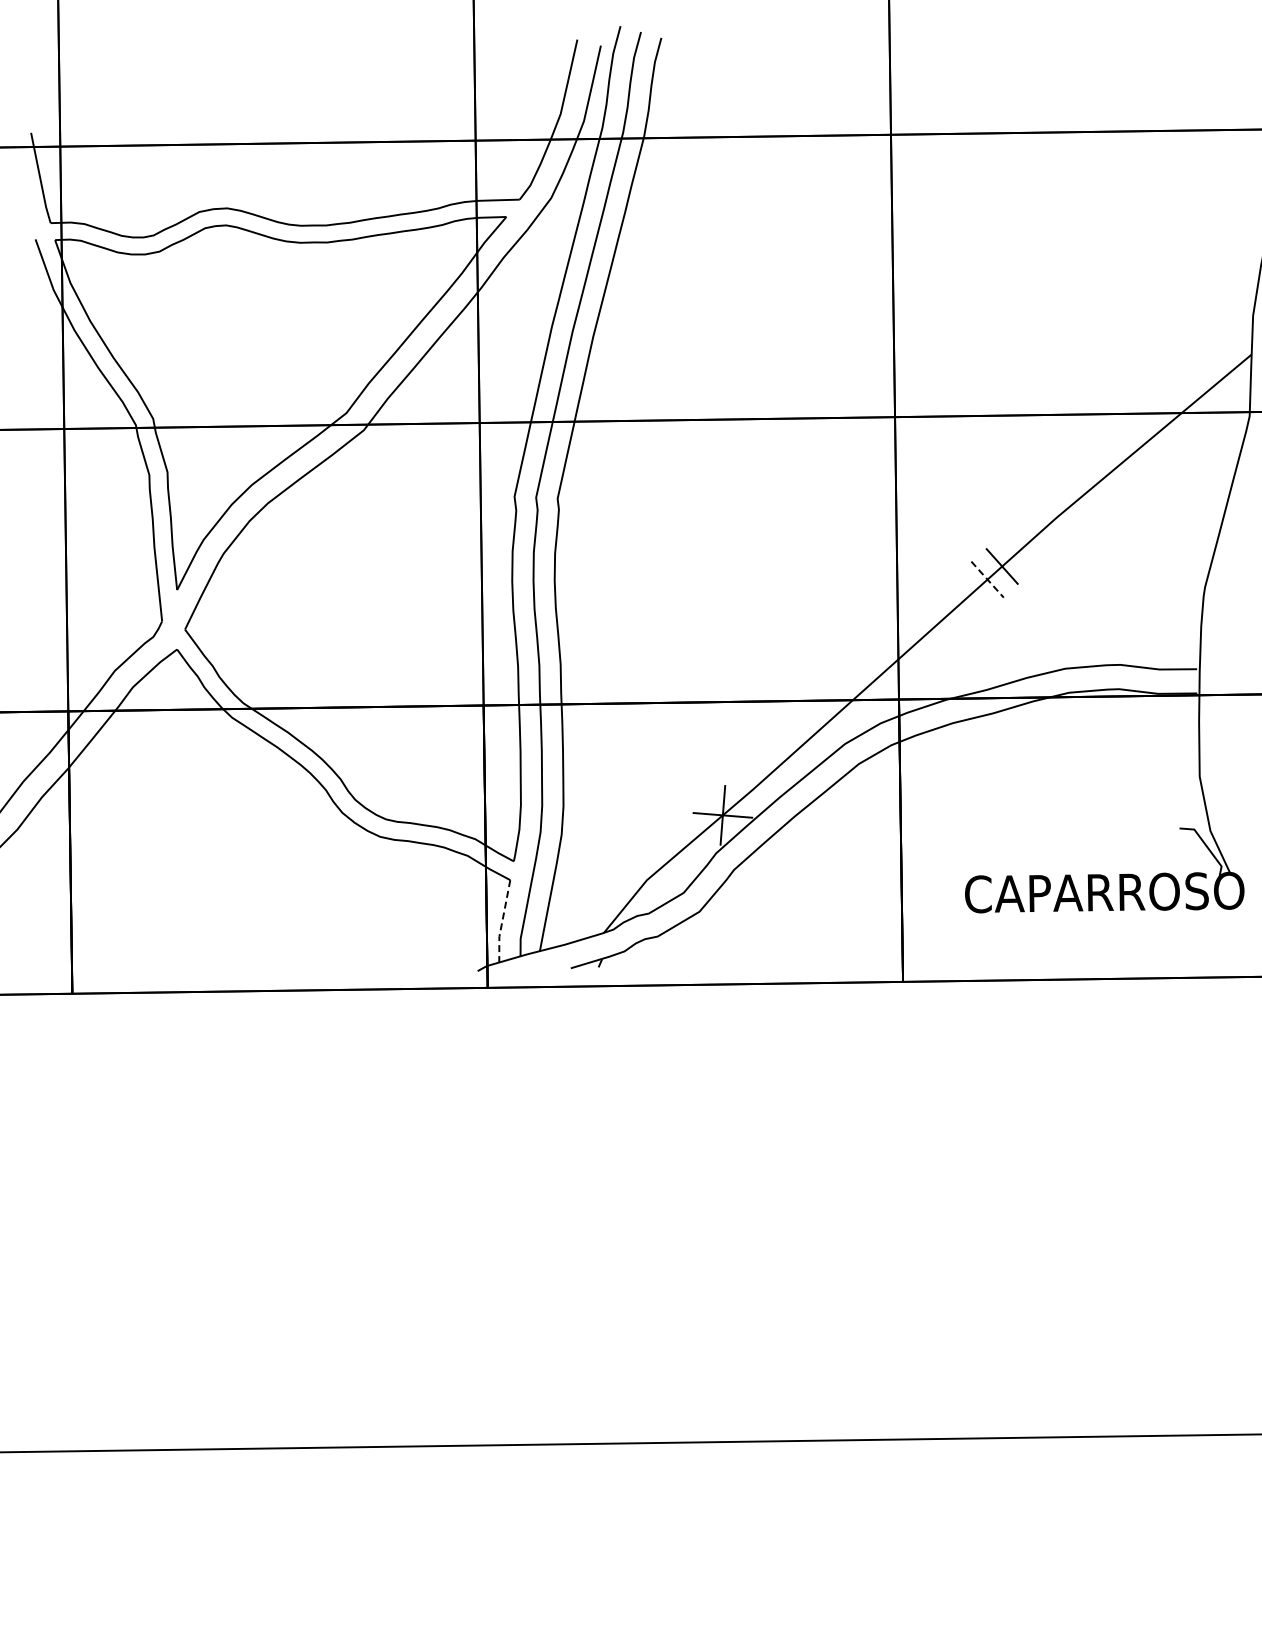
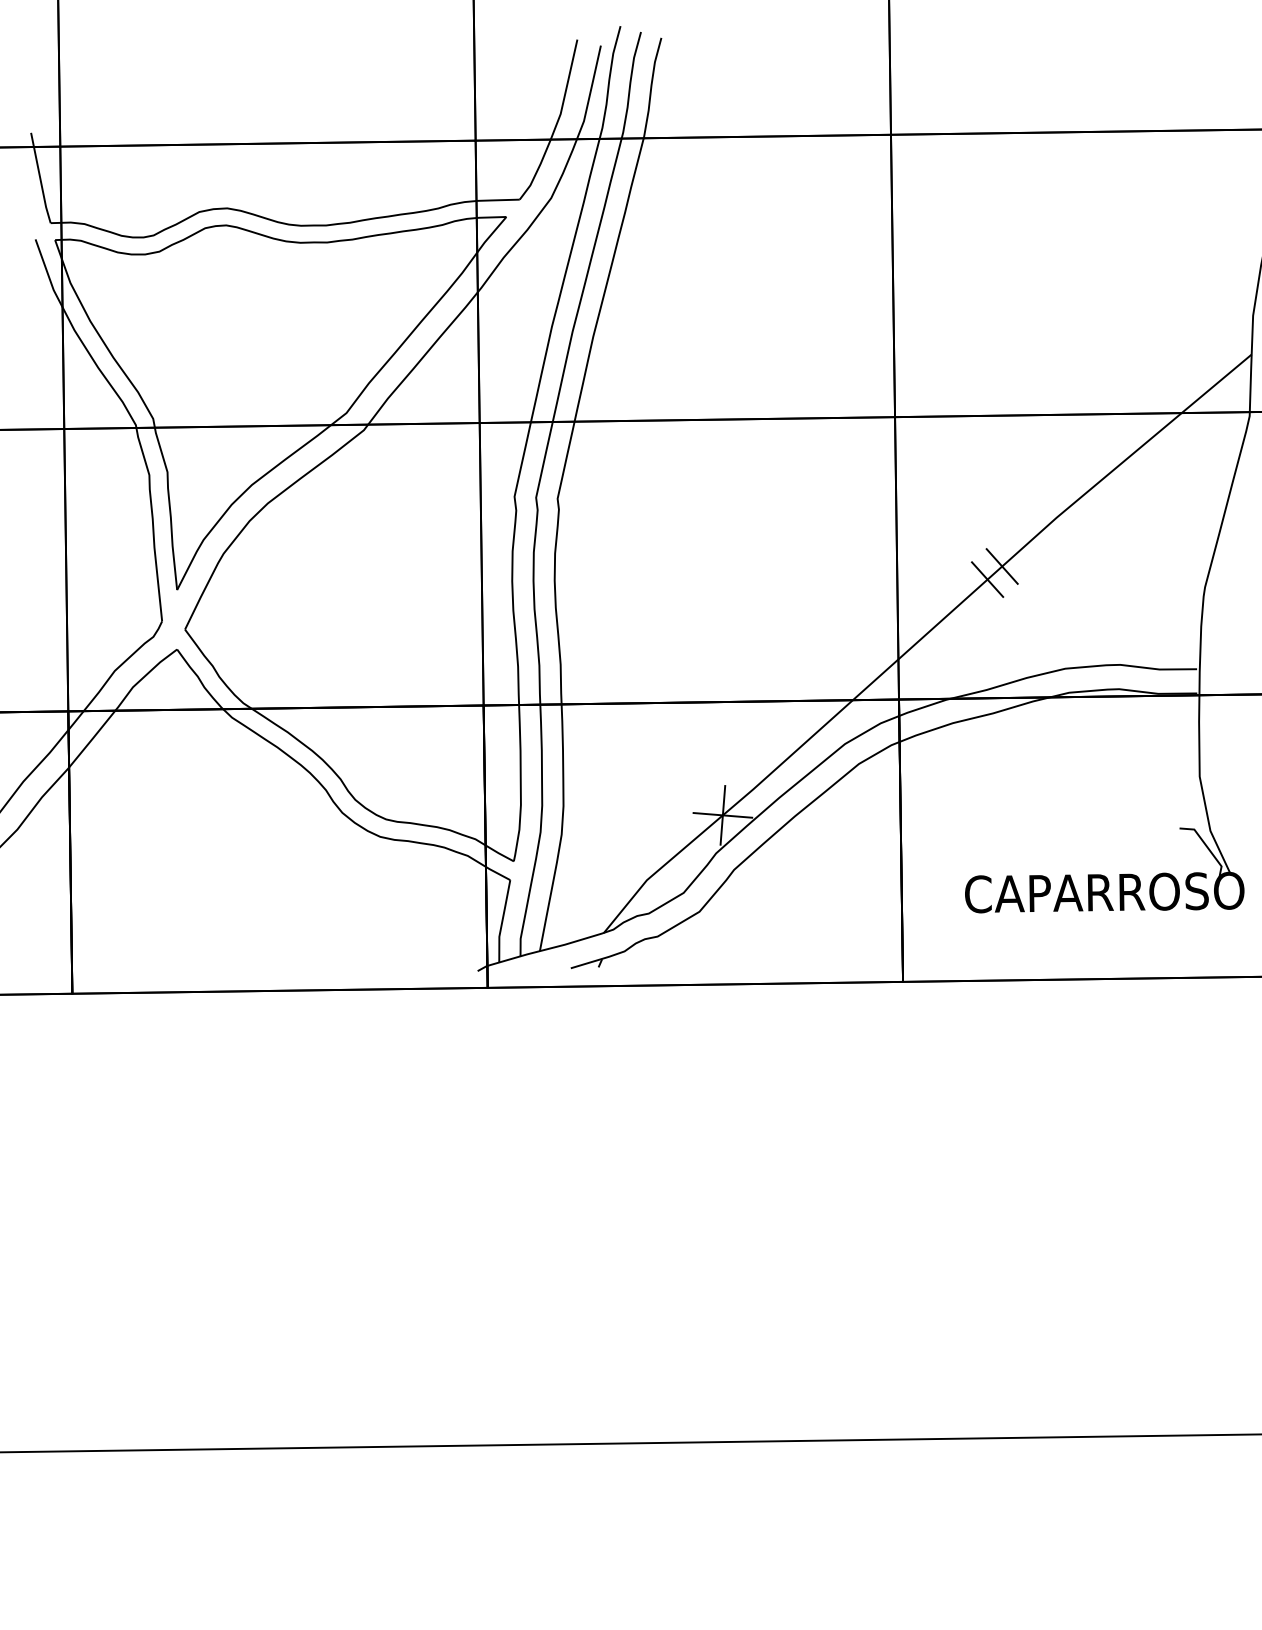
line at (987, 580): dashed -> solid
line at (502, 921): dashed -> solid
